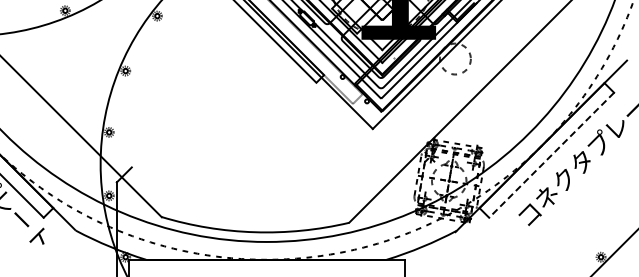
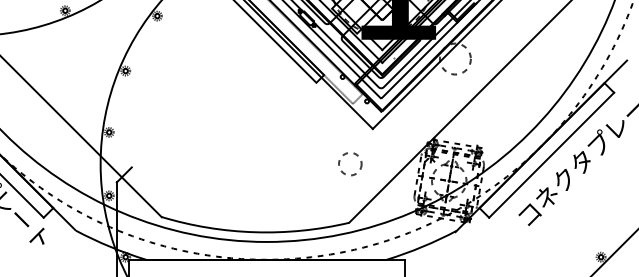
line at (551, 155): dashed -> solid
circle at (350, 164): none -> present
